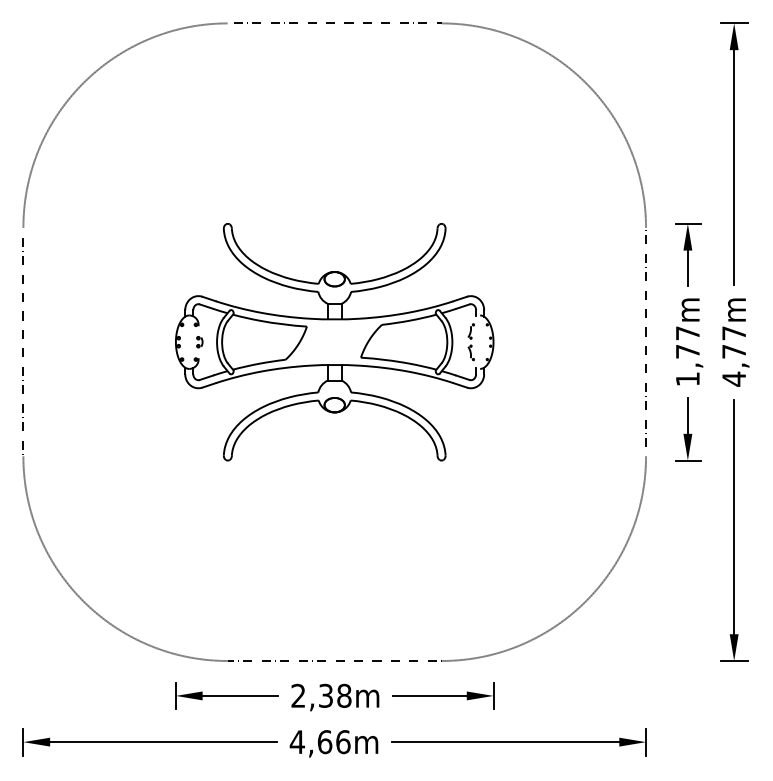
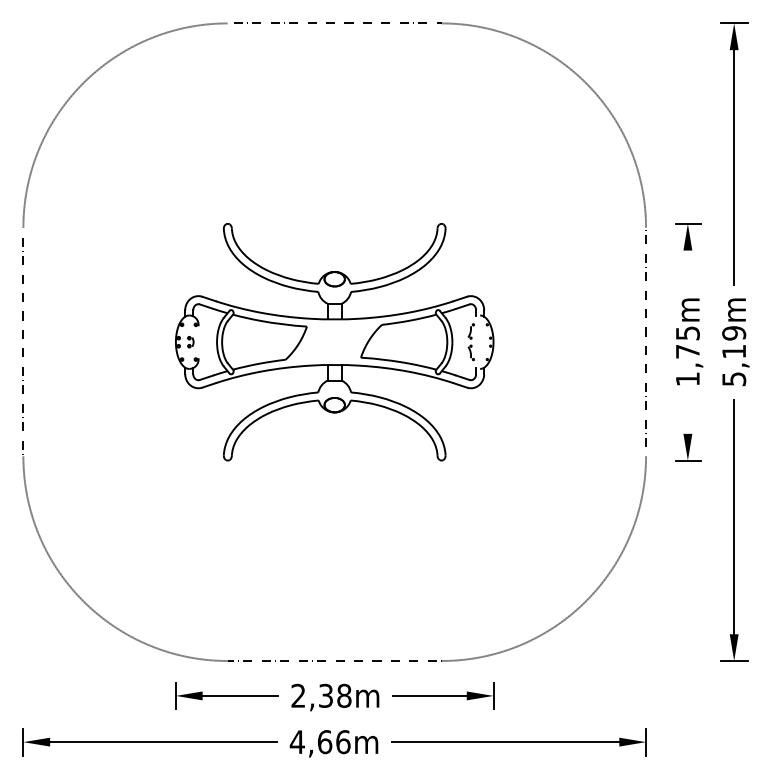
line at (687, 268): present -> none
text at (687, 333): 1,77m -> 1,75m
part at (199, 342) position: (199, 342) -> (190, 342)
text at (734, 356): 4,77m -> 5,19m
line at (687, 415): present -> none
